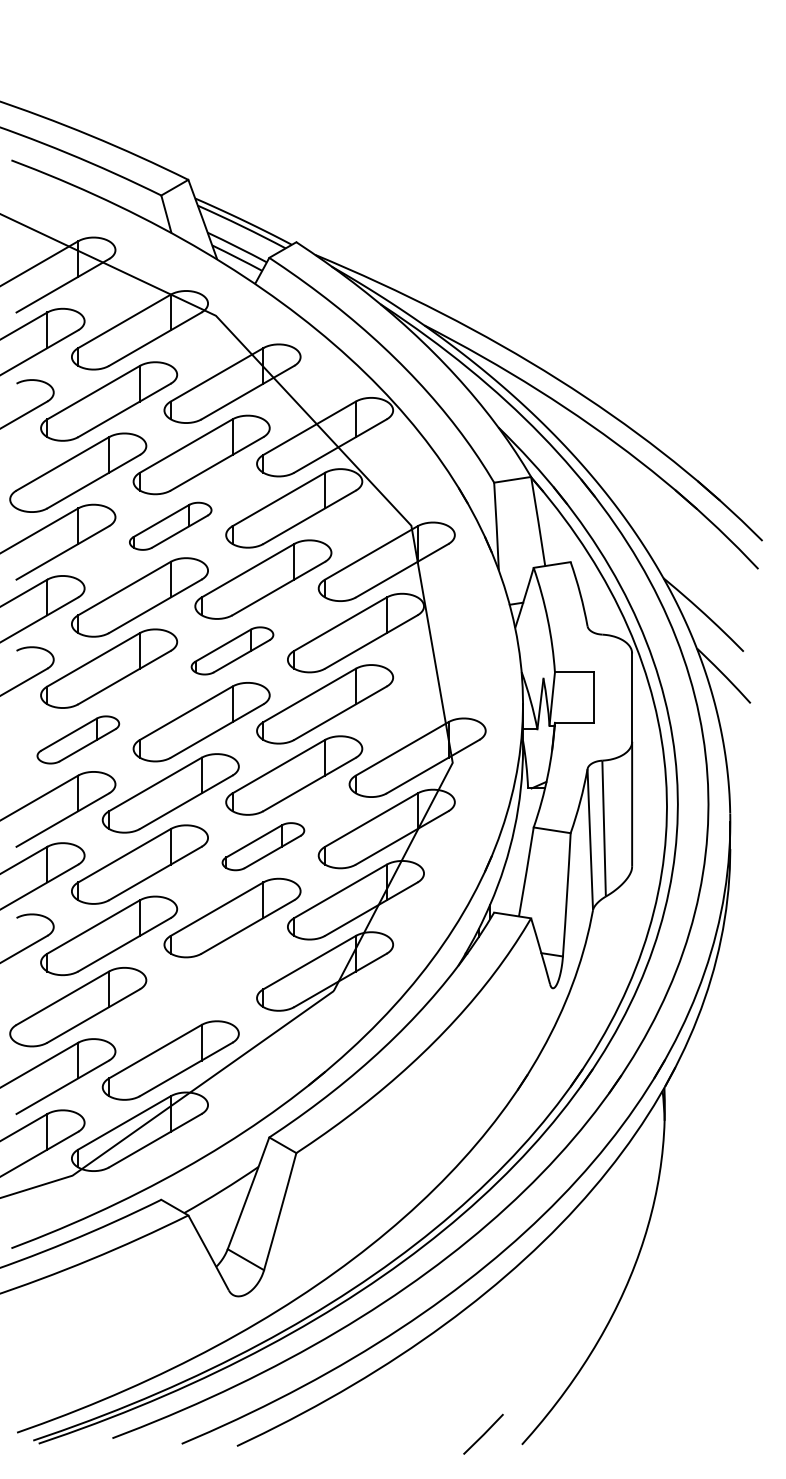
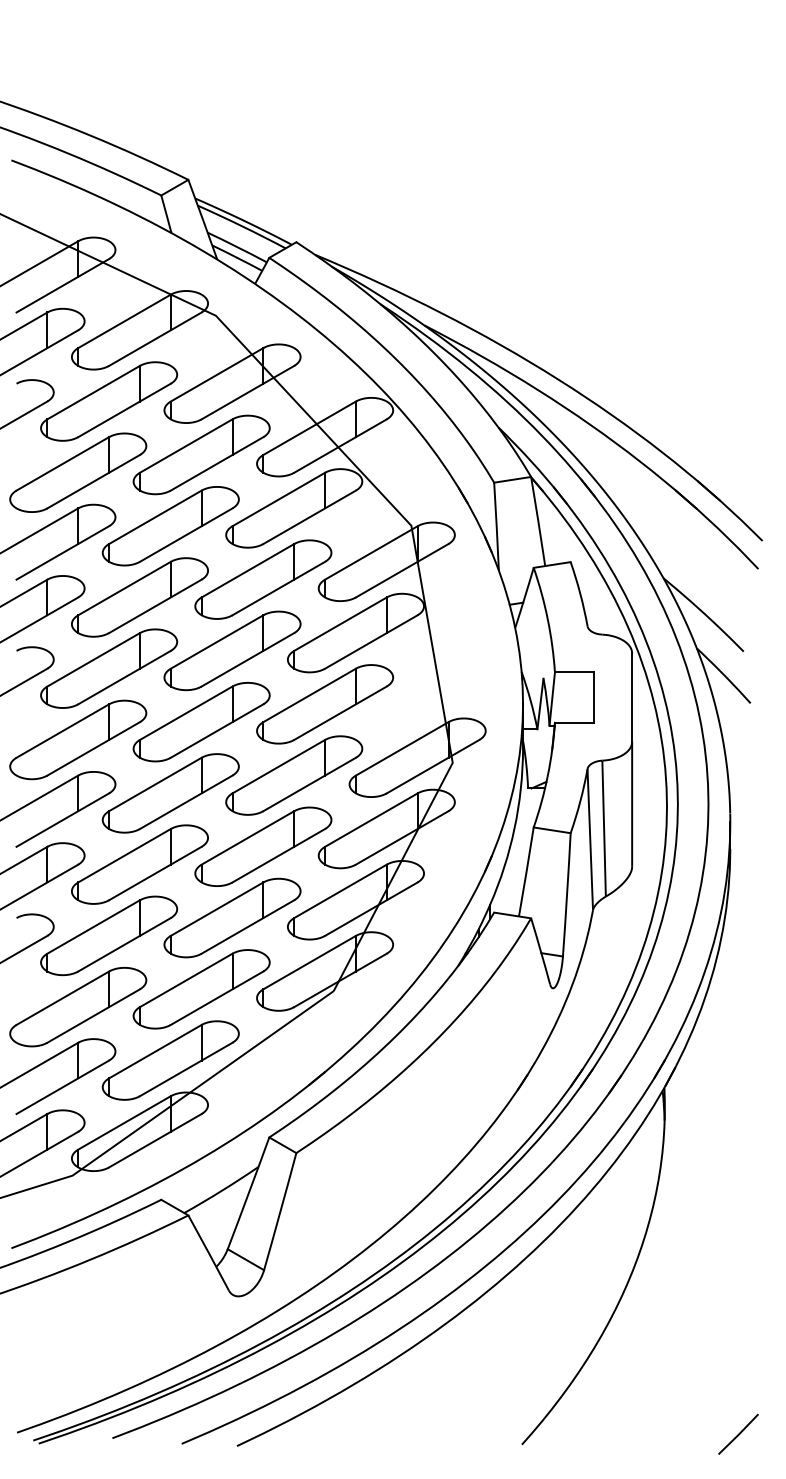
part at (170, 525) size: 84x50 px -> 139x81 px
part at (232, 650) size: 85x50 px -> 139x82 px
part at (78, 739) size: 85x50 px -> 139x82 px
part at (263, 846) size: 85x50 px -> 139x81 px
part at (201, 989): none -> present
line at (483, 1433) position: (483, 1433) -> (738, 1433)
